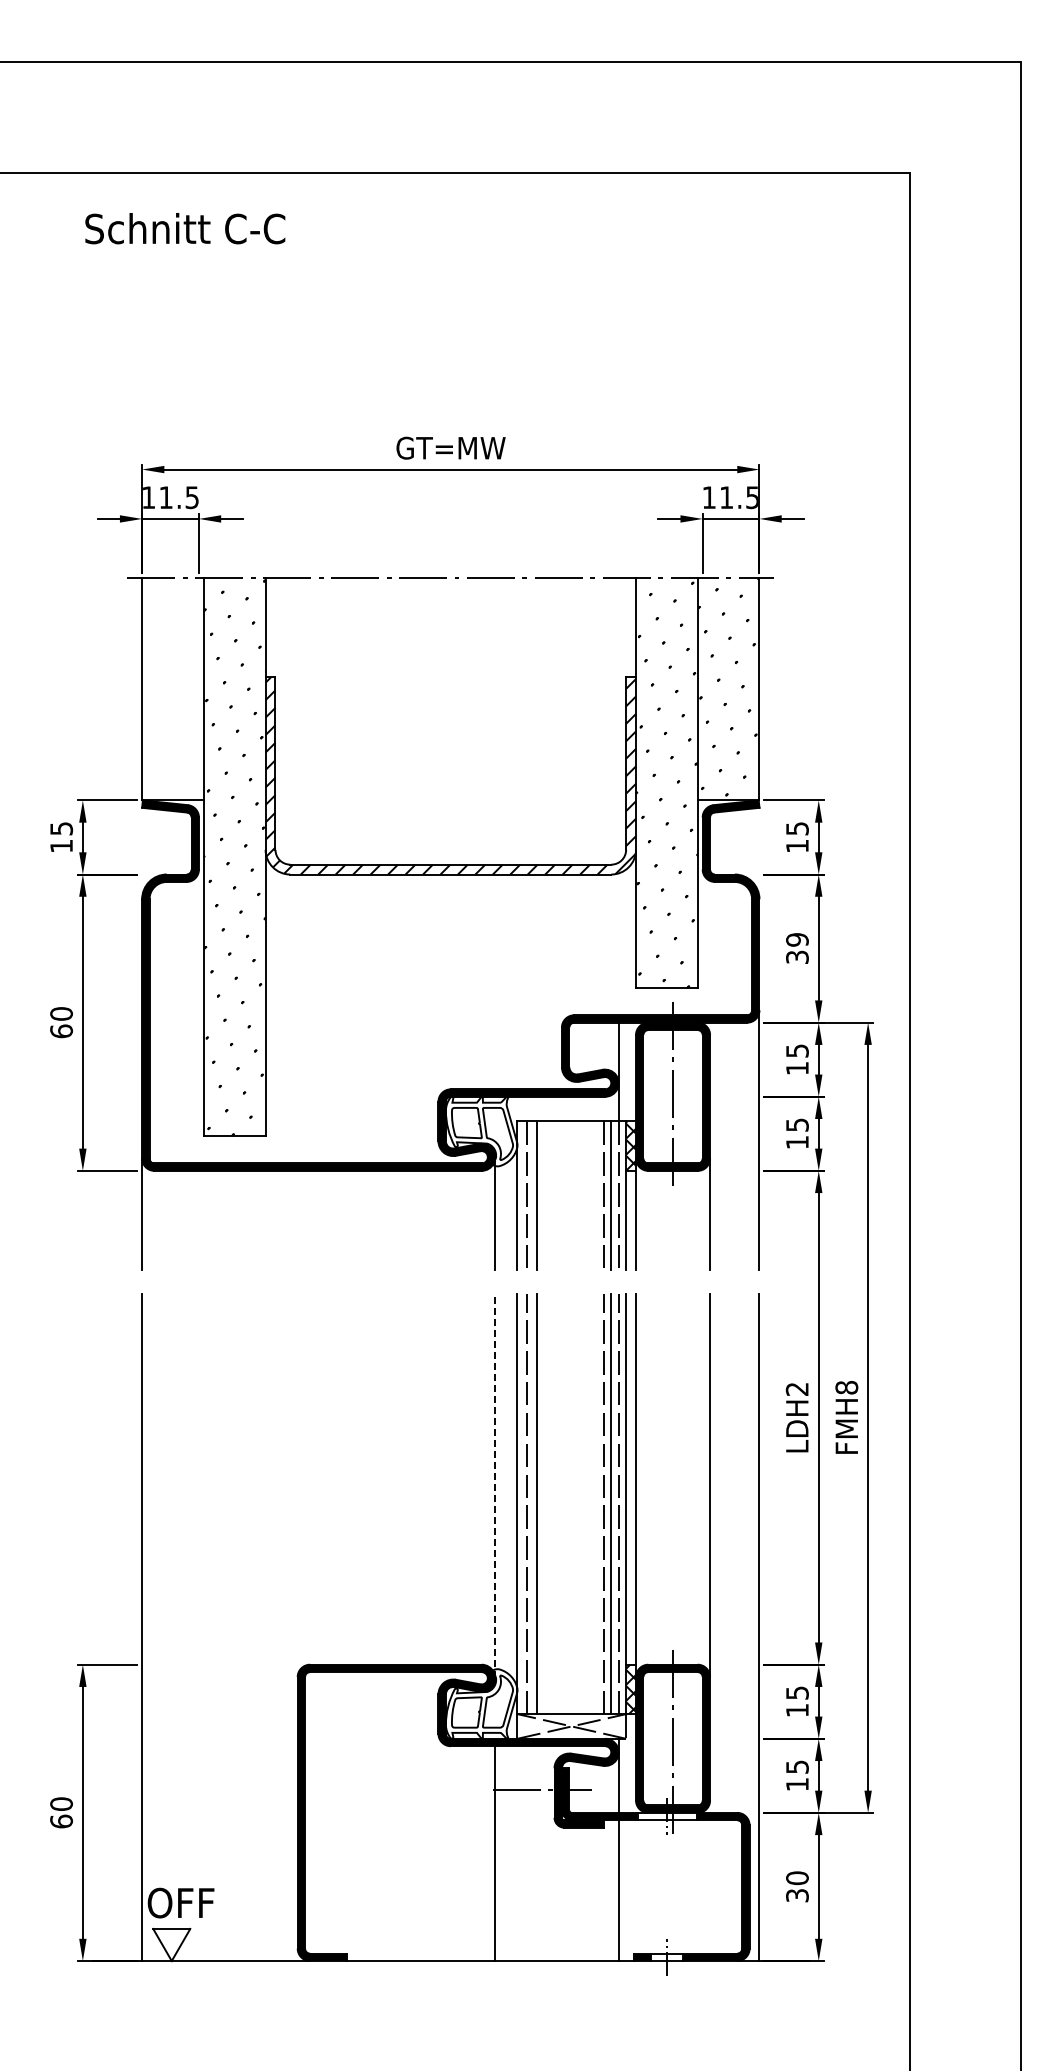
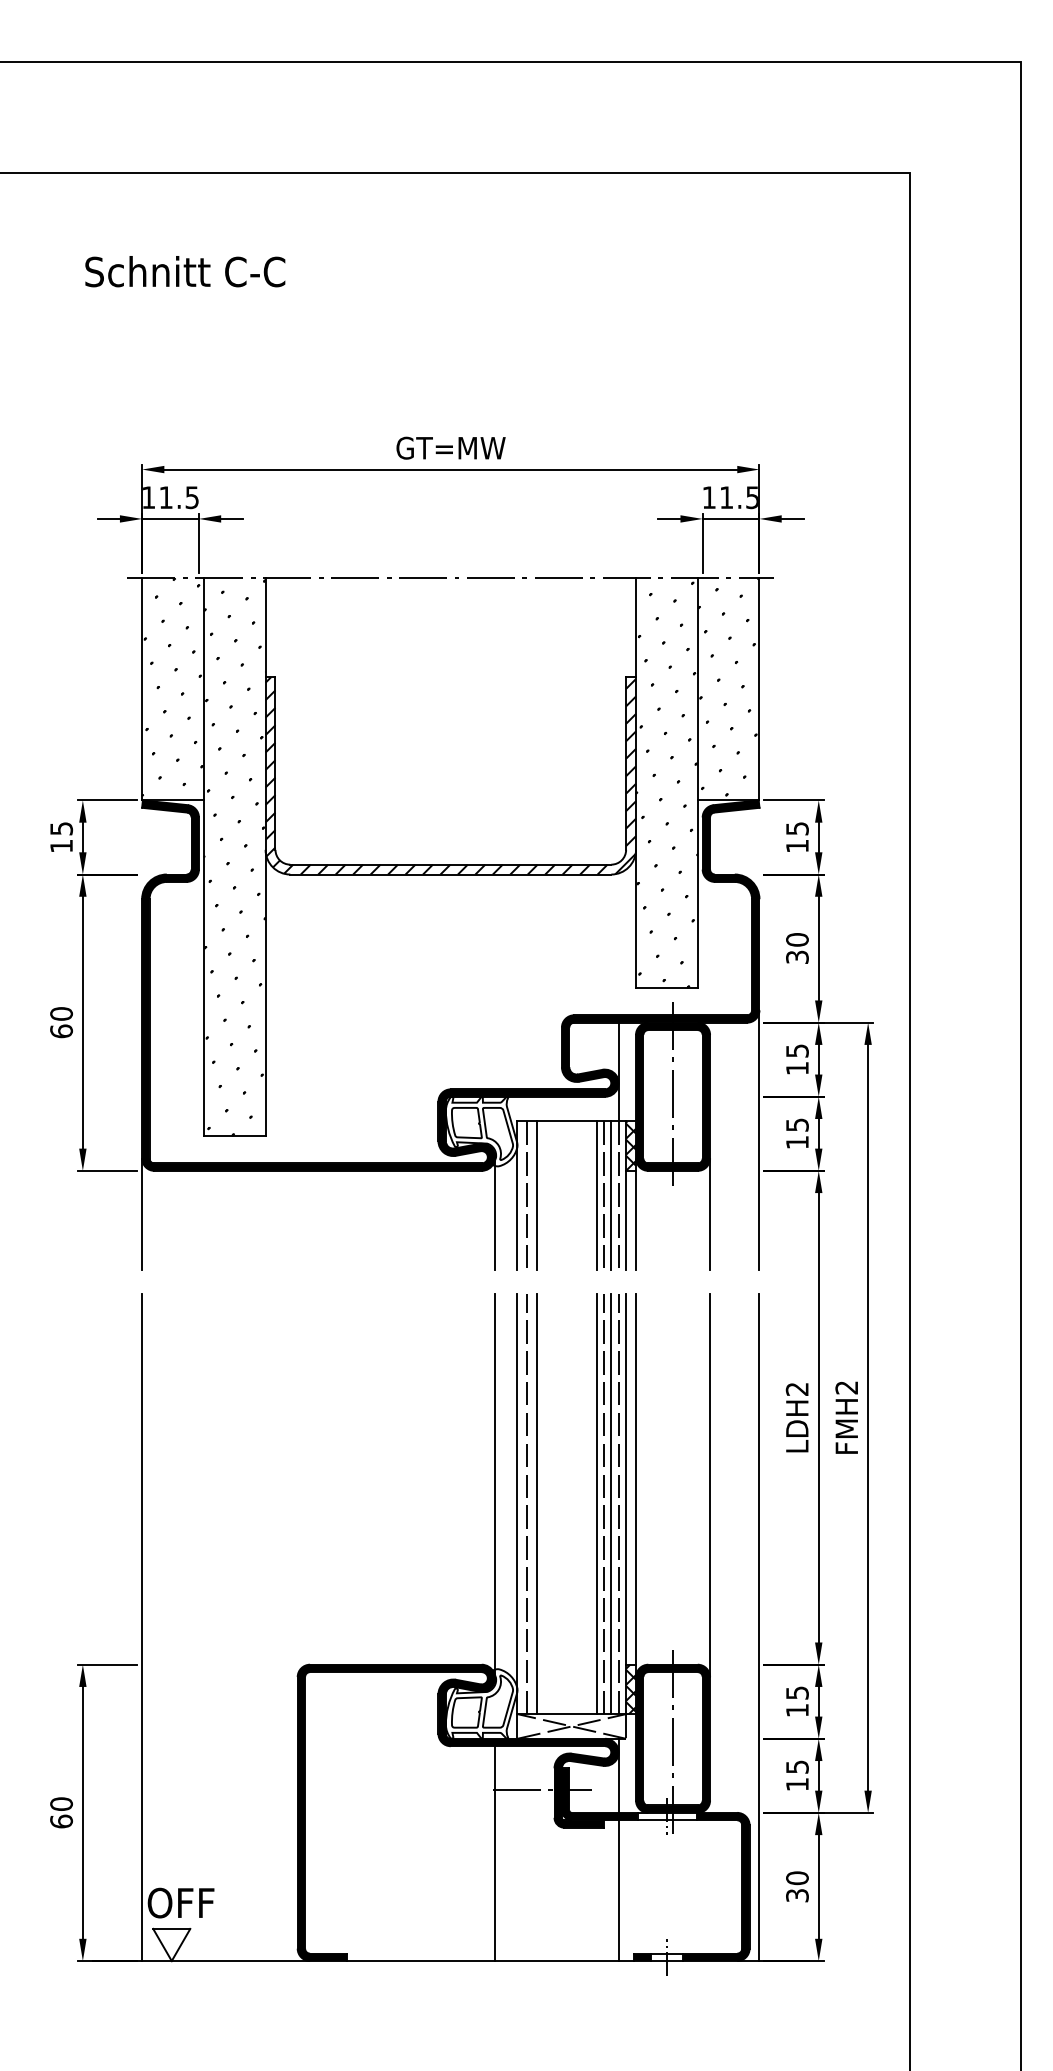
text at (185, 228) position: (185, 228) -> (185, 271)
hatch at (172, 687): none -> present
text at (797, 939): 39 -> 30
line at (596, 1195): none -> present
text at (846, 1387): FMH8 -> FMH2
line at (495, 1486): dashed -> solid
line at (596, 1504): none -> present
